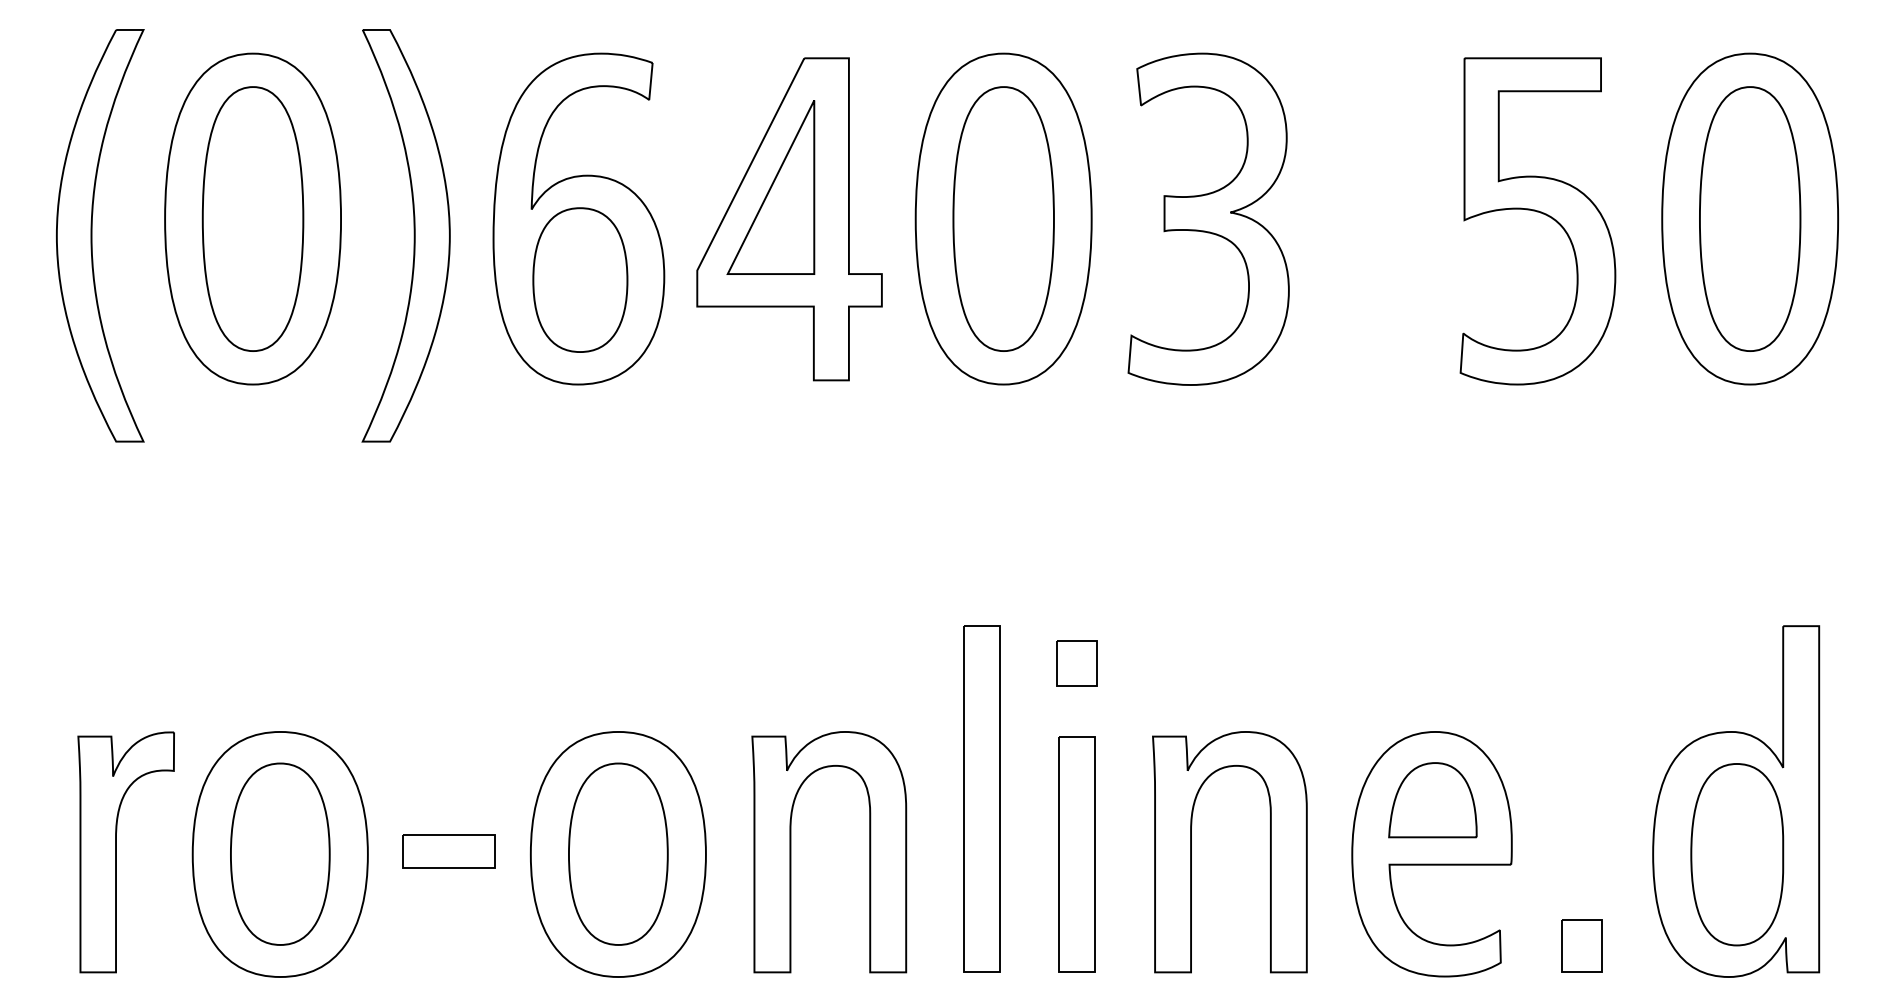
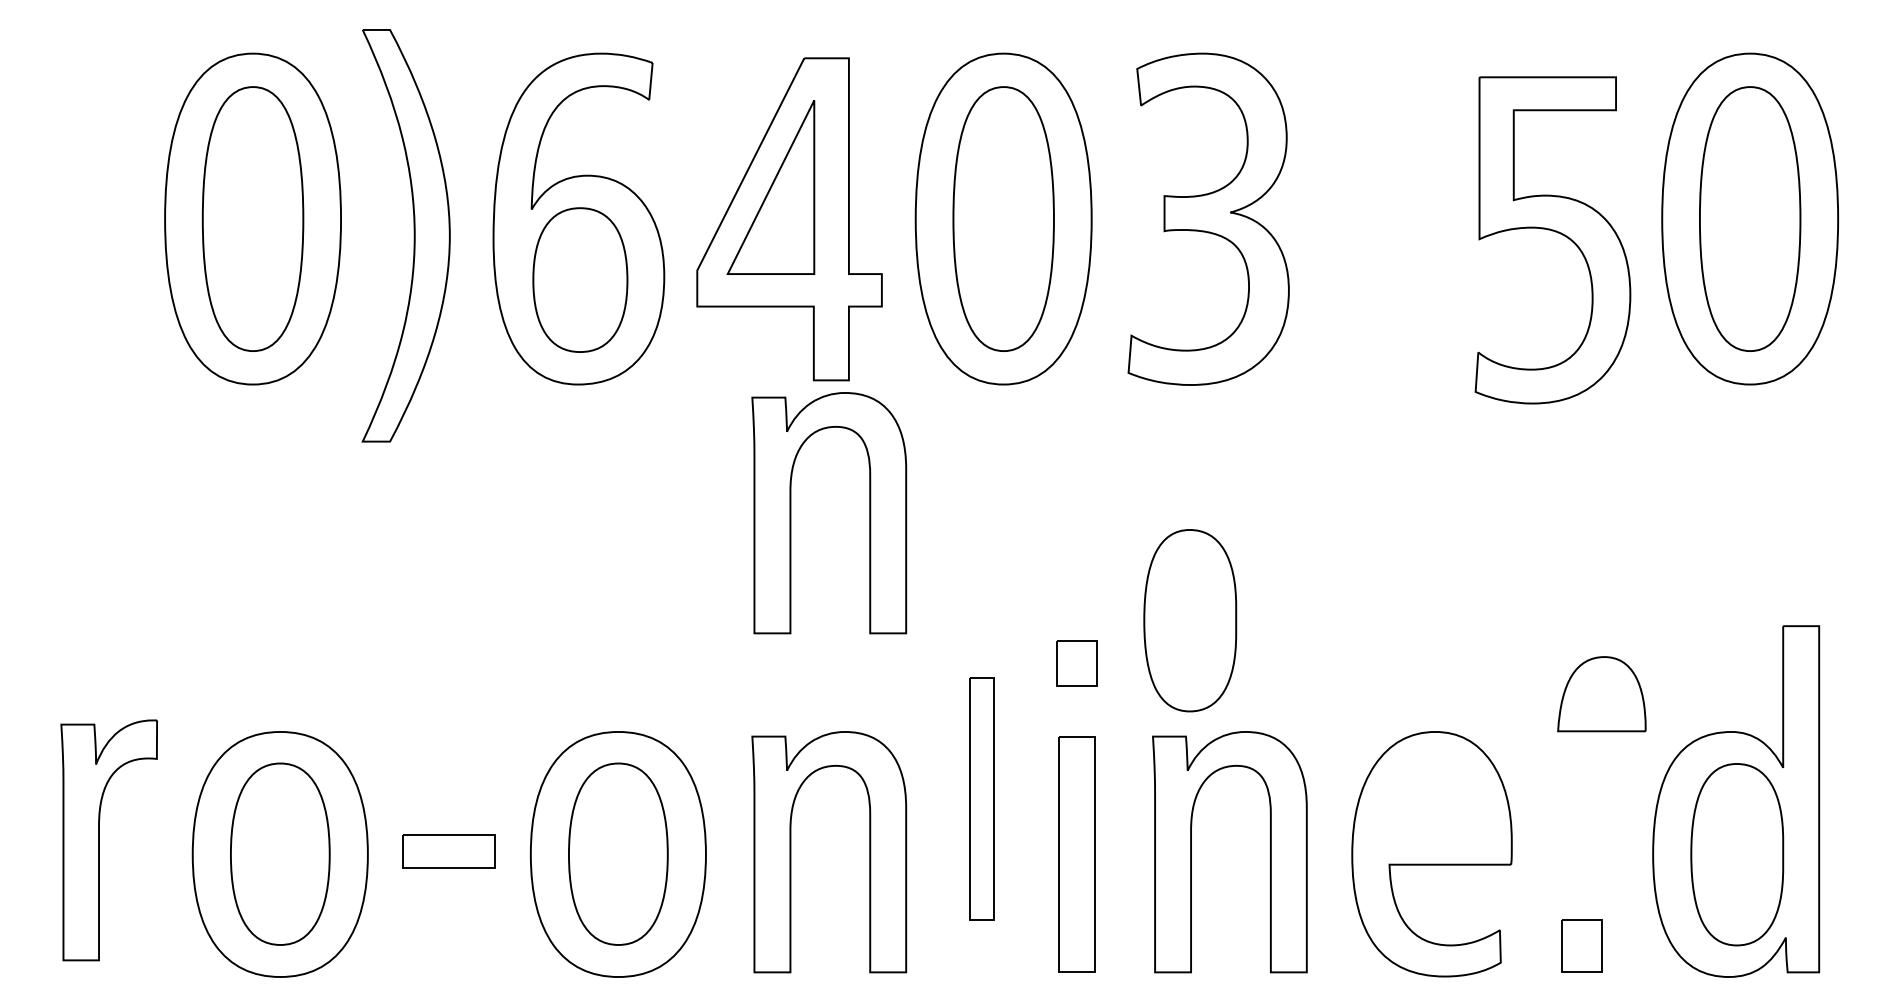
part at (1540, 213) position: (1540, 213) -> (1555, 232)
part at (92, 235): present -> none
part at (791, 513): none -> present
part at (1190, 620): none -> present
part at (981, 798) size: 38x348 px -> 26x244 px
part at (1432, 800) position: (1432, 800) -> (1601, 694)
part at (116, 852) position: (116, 852) -> (99, 840)
